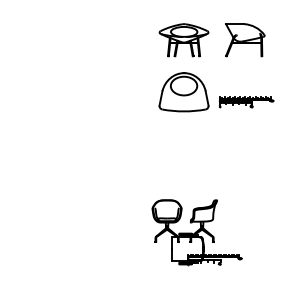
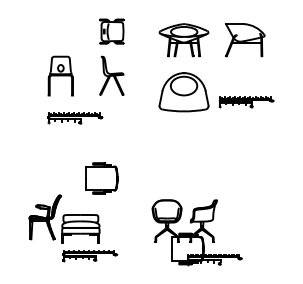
part at (73, 75): none -> present
part at (73, 212): none -> present
